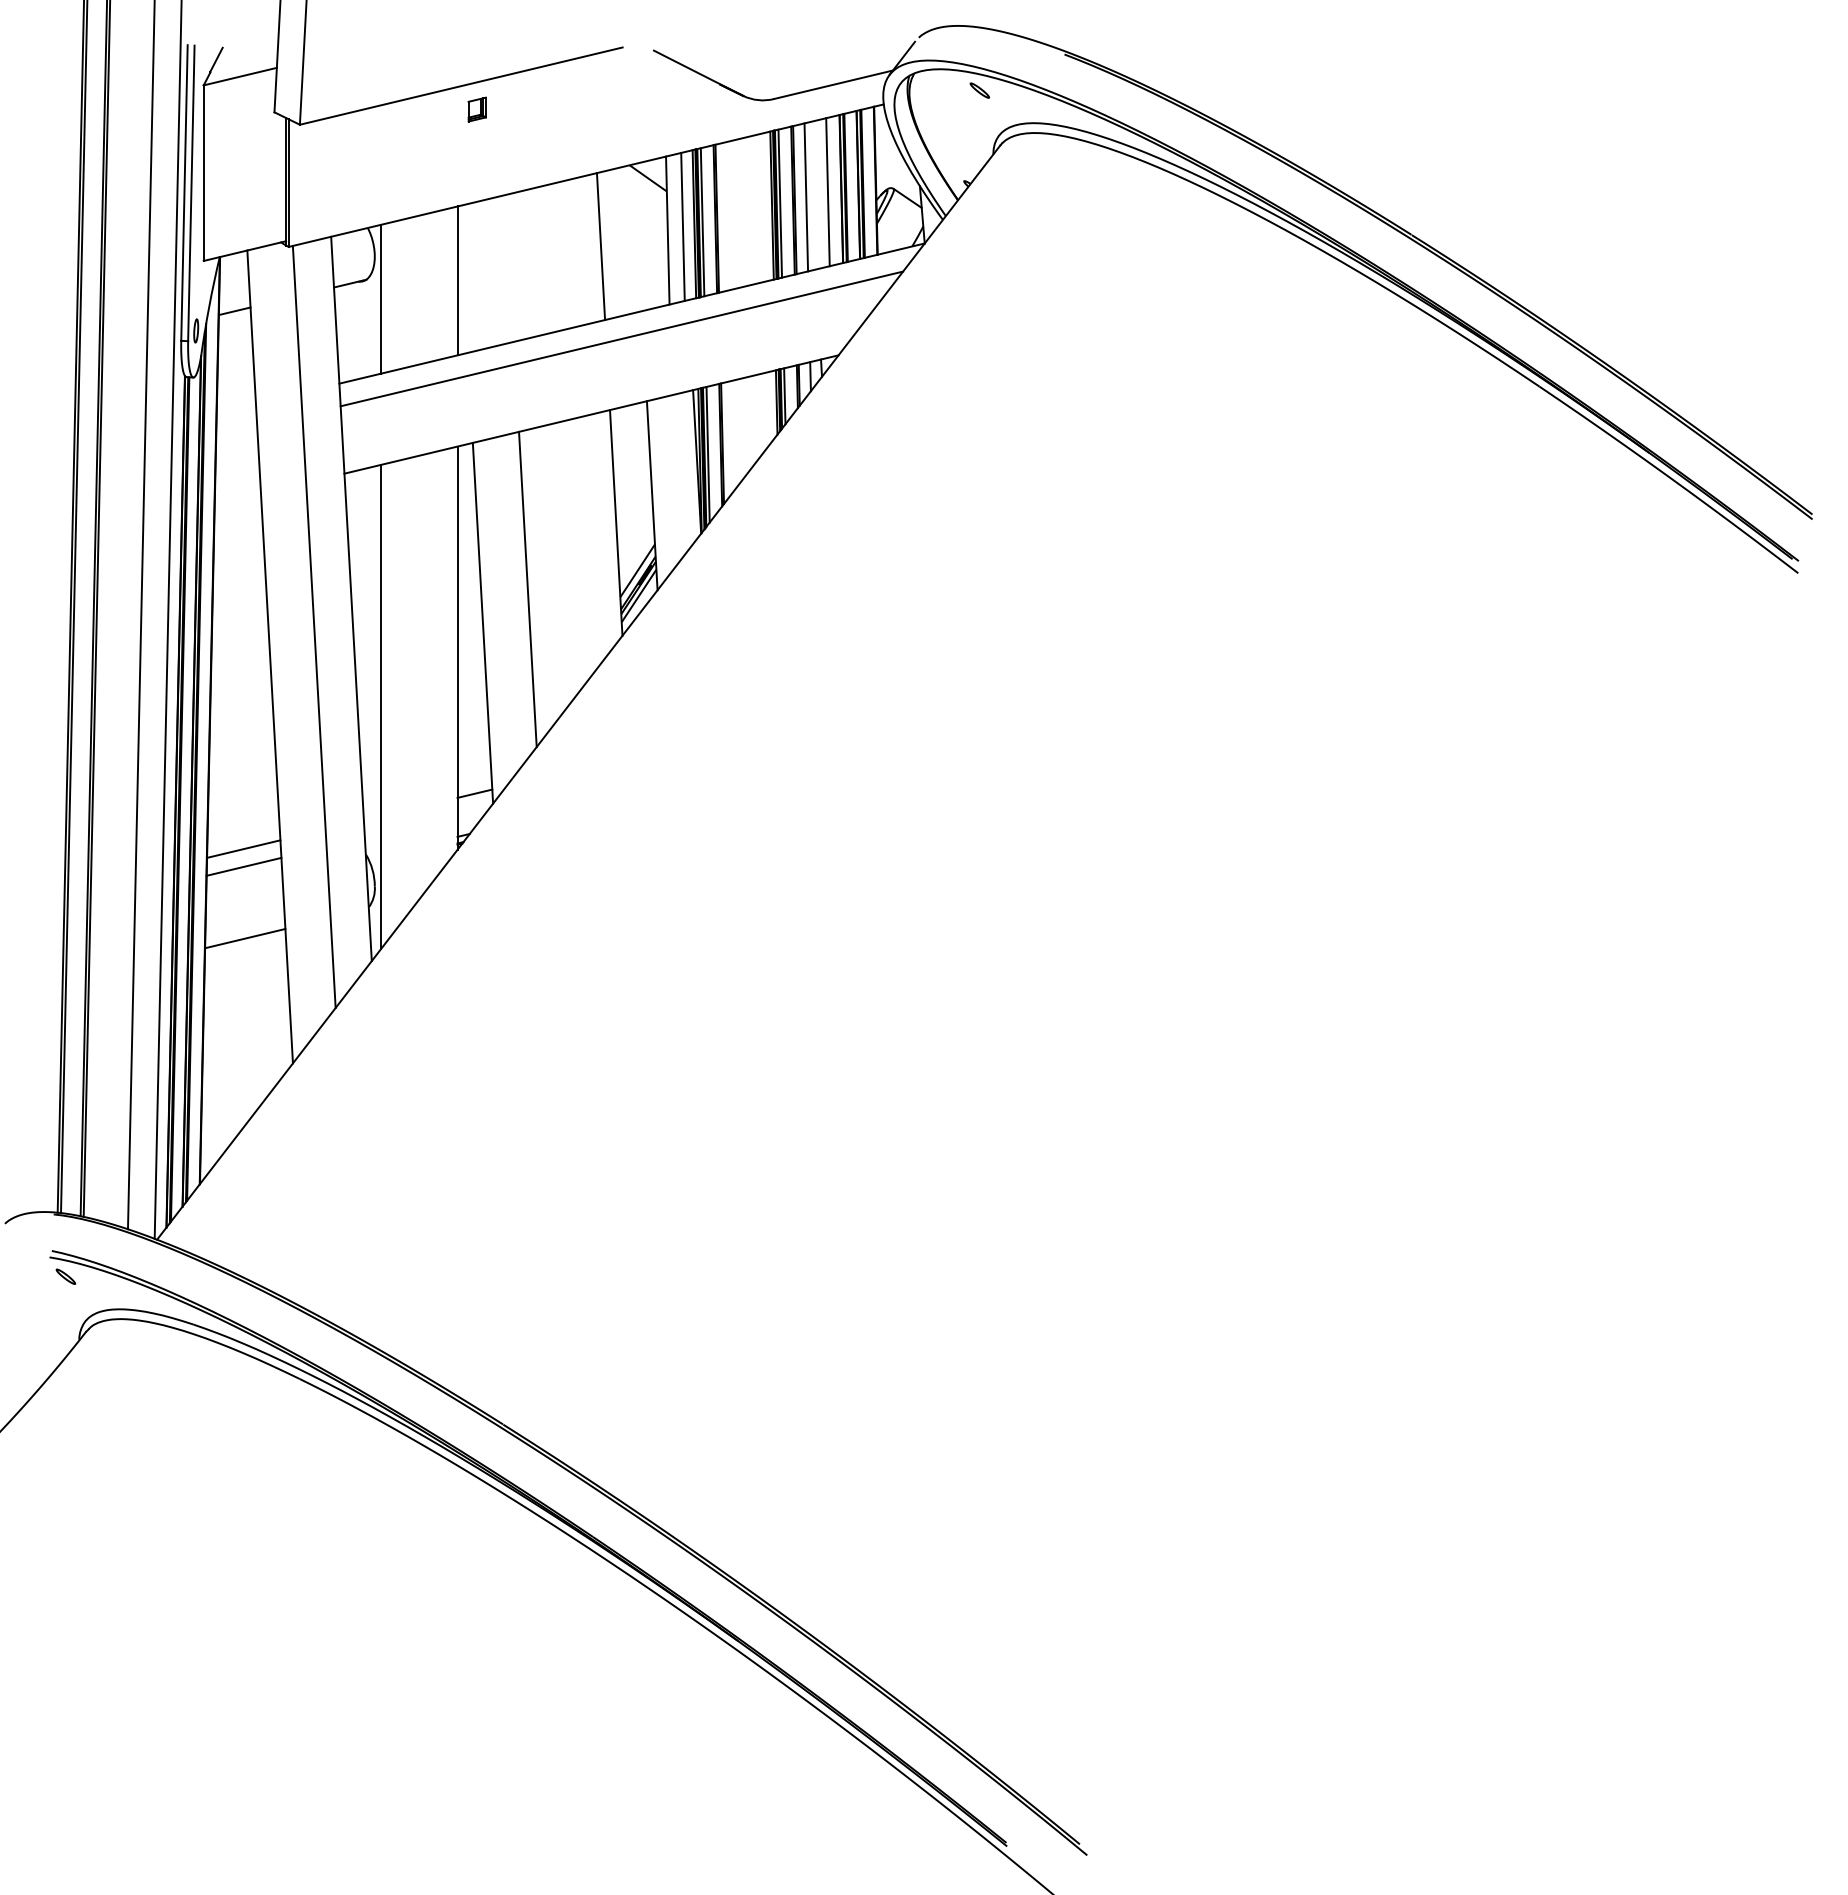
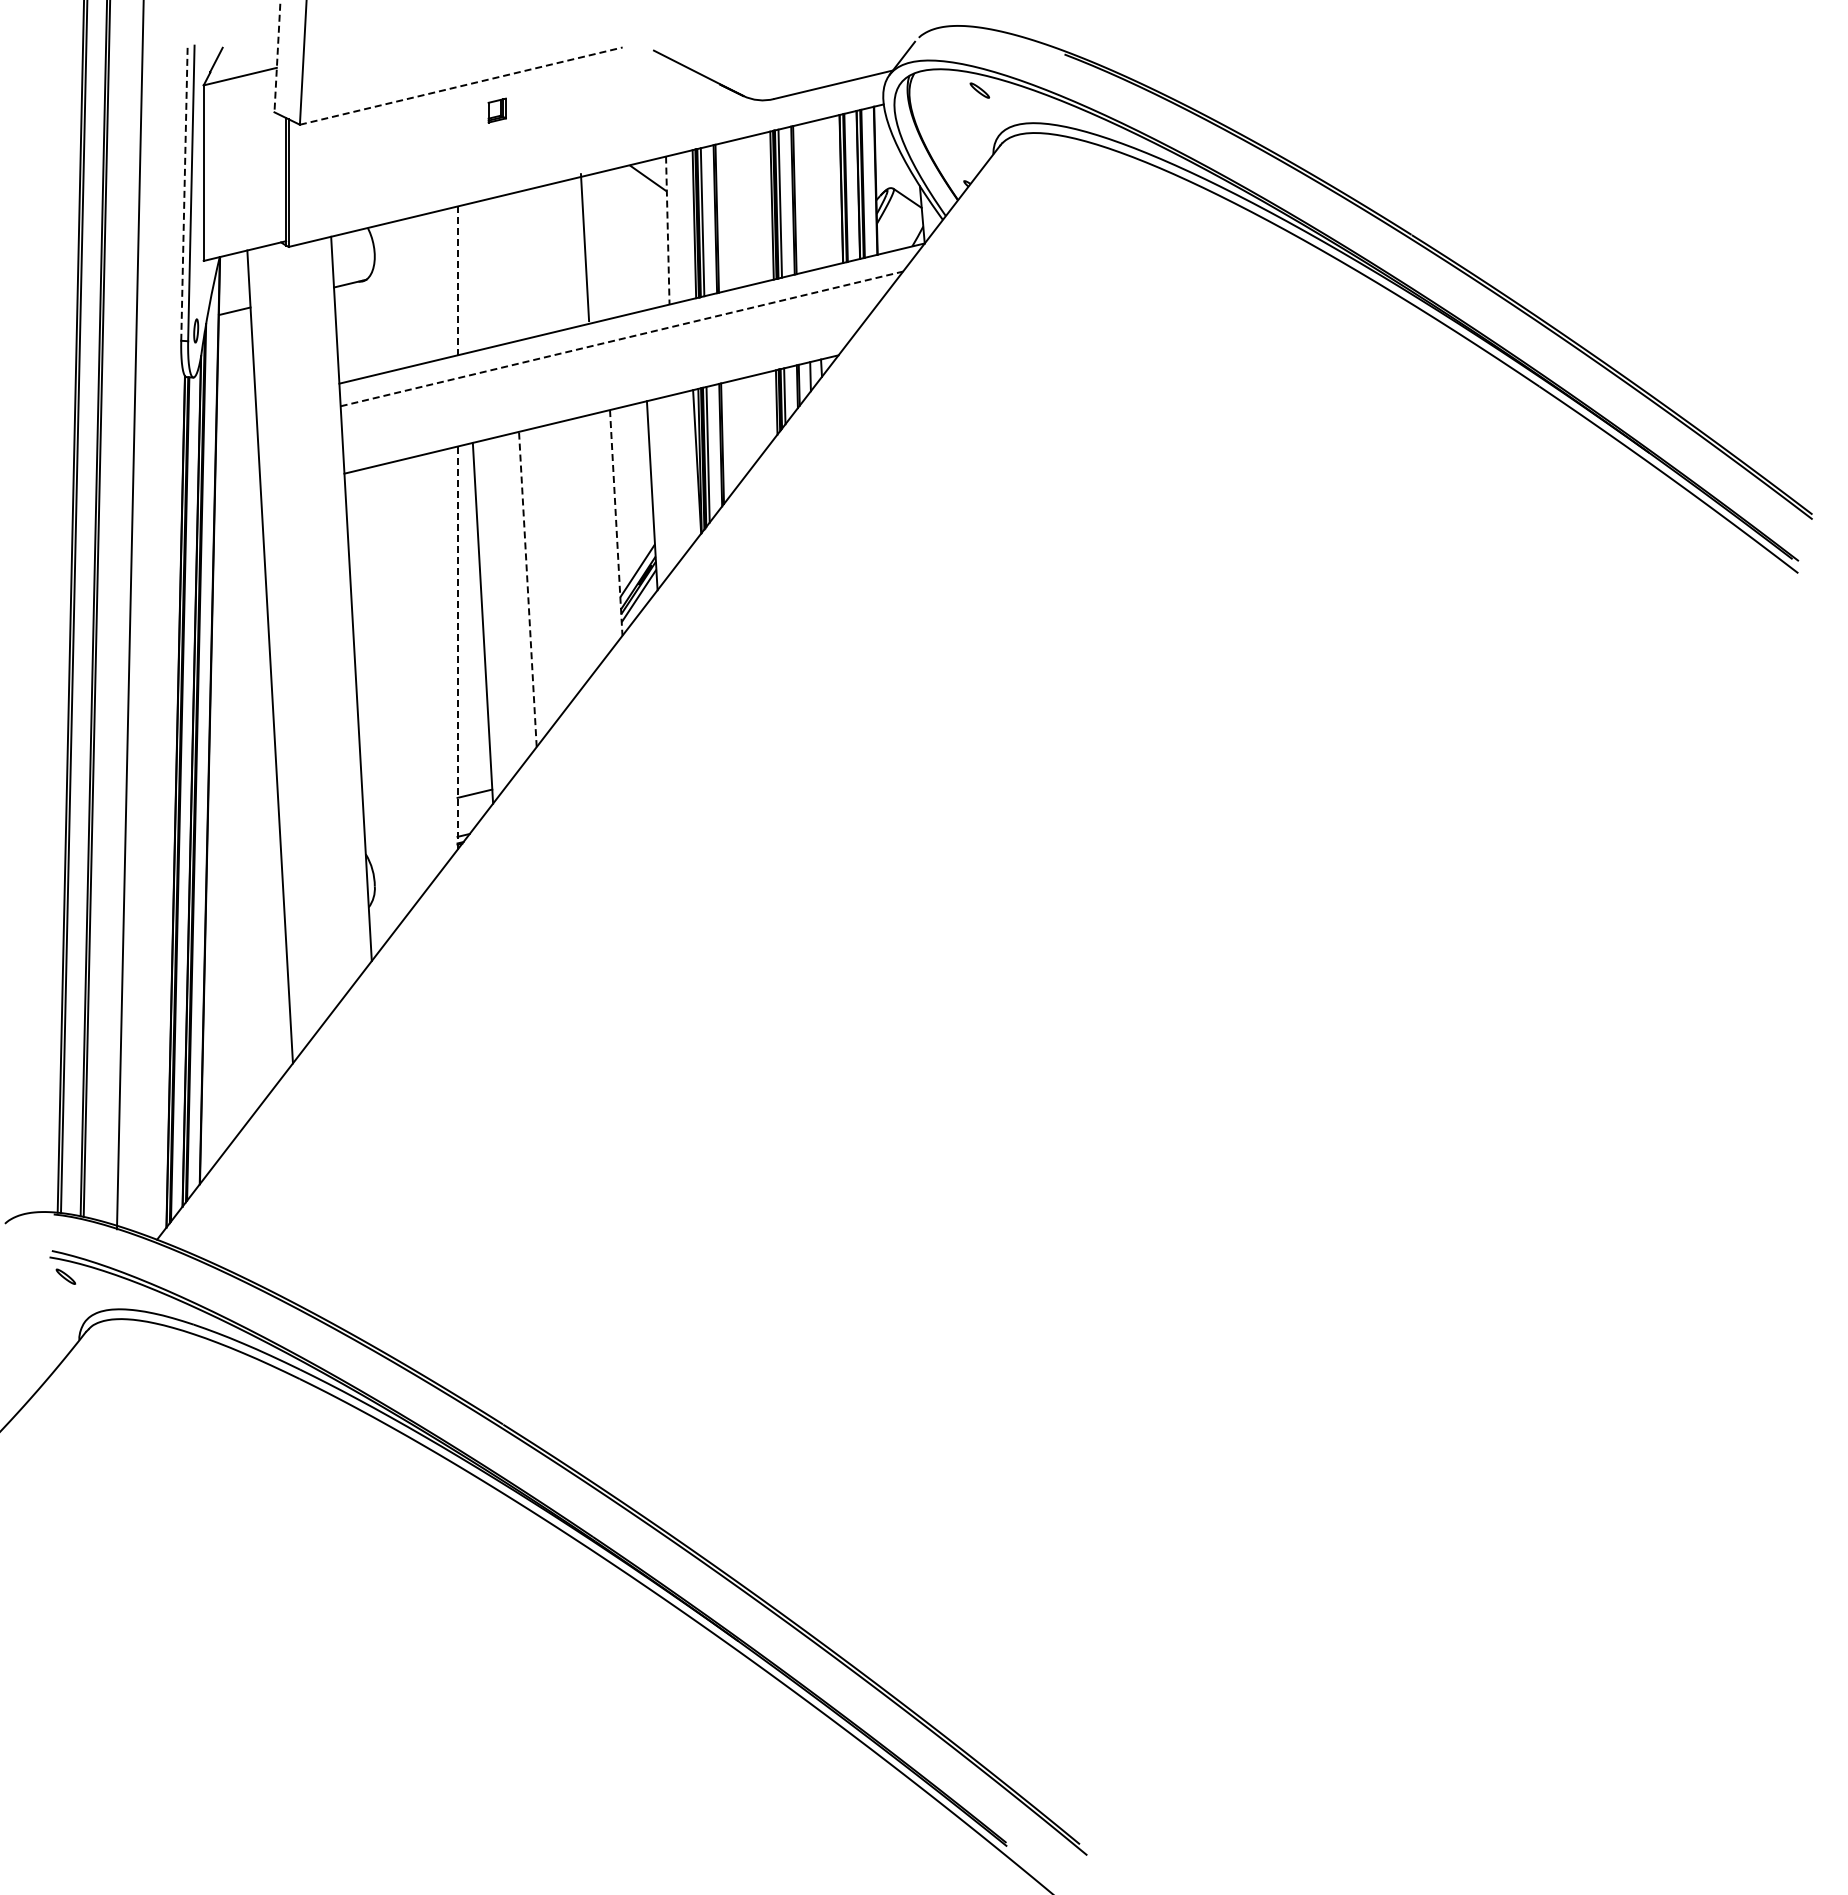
line at (277, 56): solid -> dashed
line at (461, 86): solid -> dashed
part at (476, 109) position: (476, 109) -> (496, 110)
line at (827, 192): present -> none
line at (184, 193): solid -> dashed
line at (806, 197): present -> none
line at (682, 226): present -> none
line at (667, 231): solid -> dashed
line at (600, 246) position: (600, 246) -> (584, 247)
line at (457, 281): solid -> dashed
line at (381, 298): present -> none
line at (622, 338): solid -> dashed
line at (616, 523): solid -> dashed
line at (527, 589): solid -> dashed
line at (140, 615) position: (140, 615) -> (129, 615)
line at (167, 620): present -> none
line at (313, 626): present -> none
line at (457, 648): solid -> dashed
line at (381, 706): present -> none
line at (243, 848): present -> none
line at (243, 866): present -> none
line at (245, 938): present -> none
